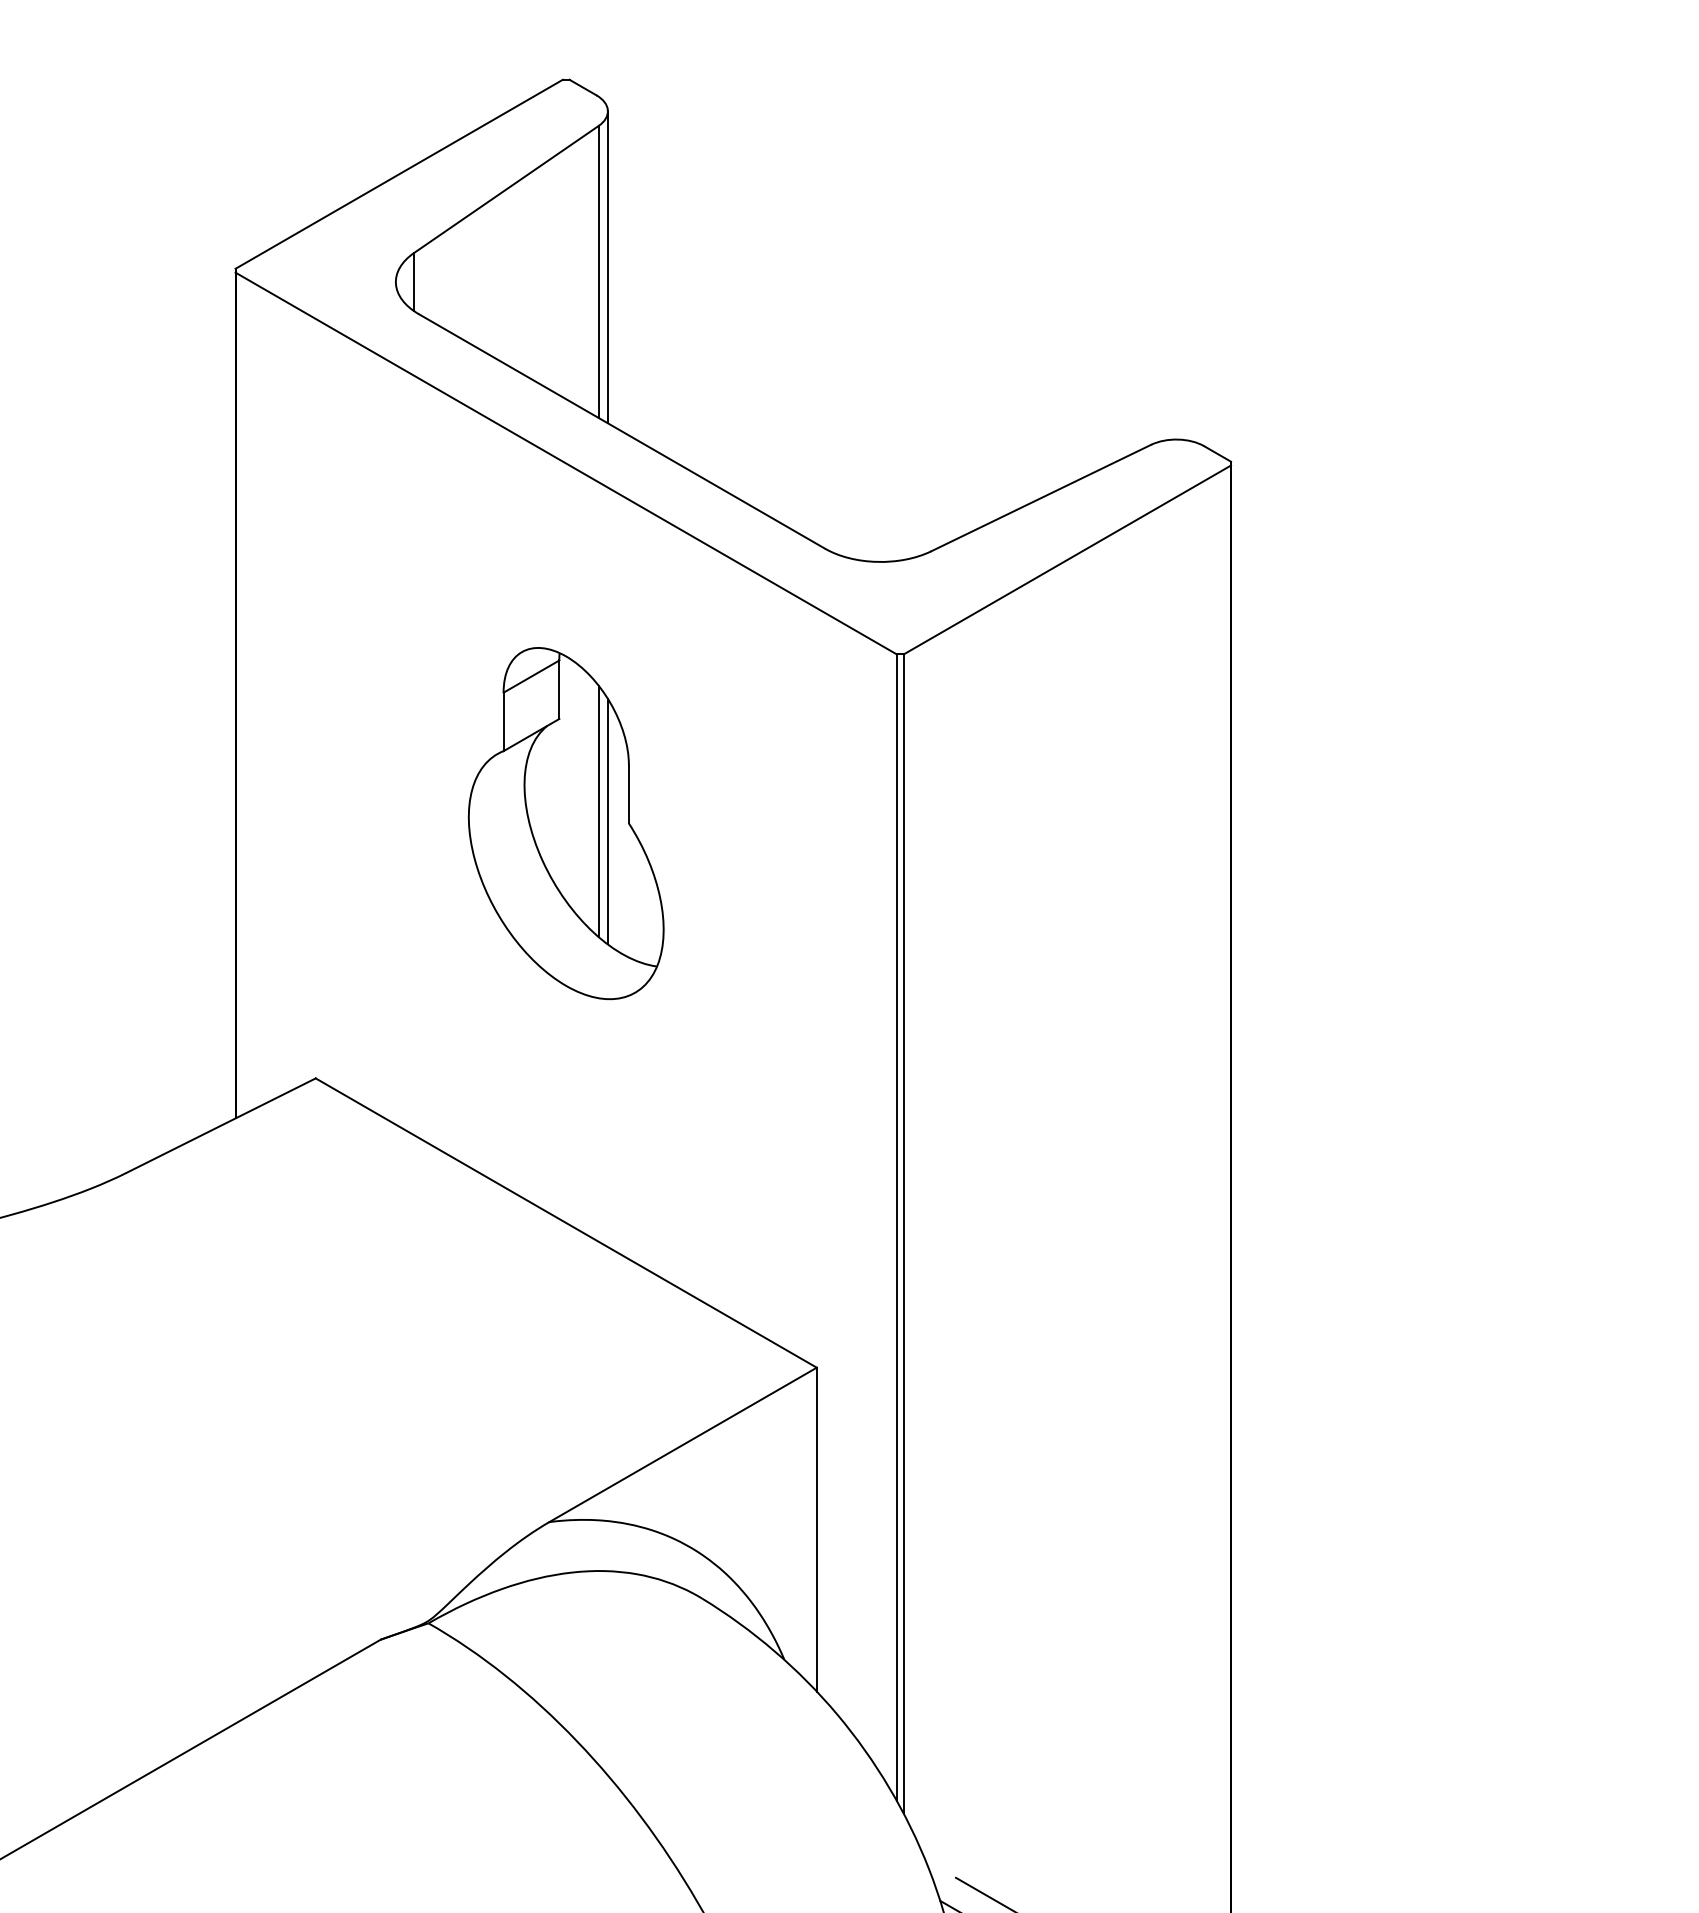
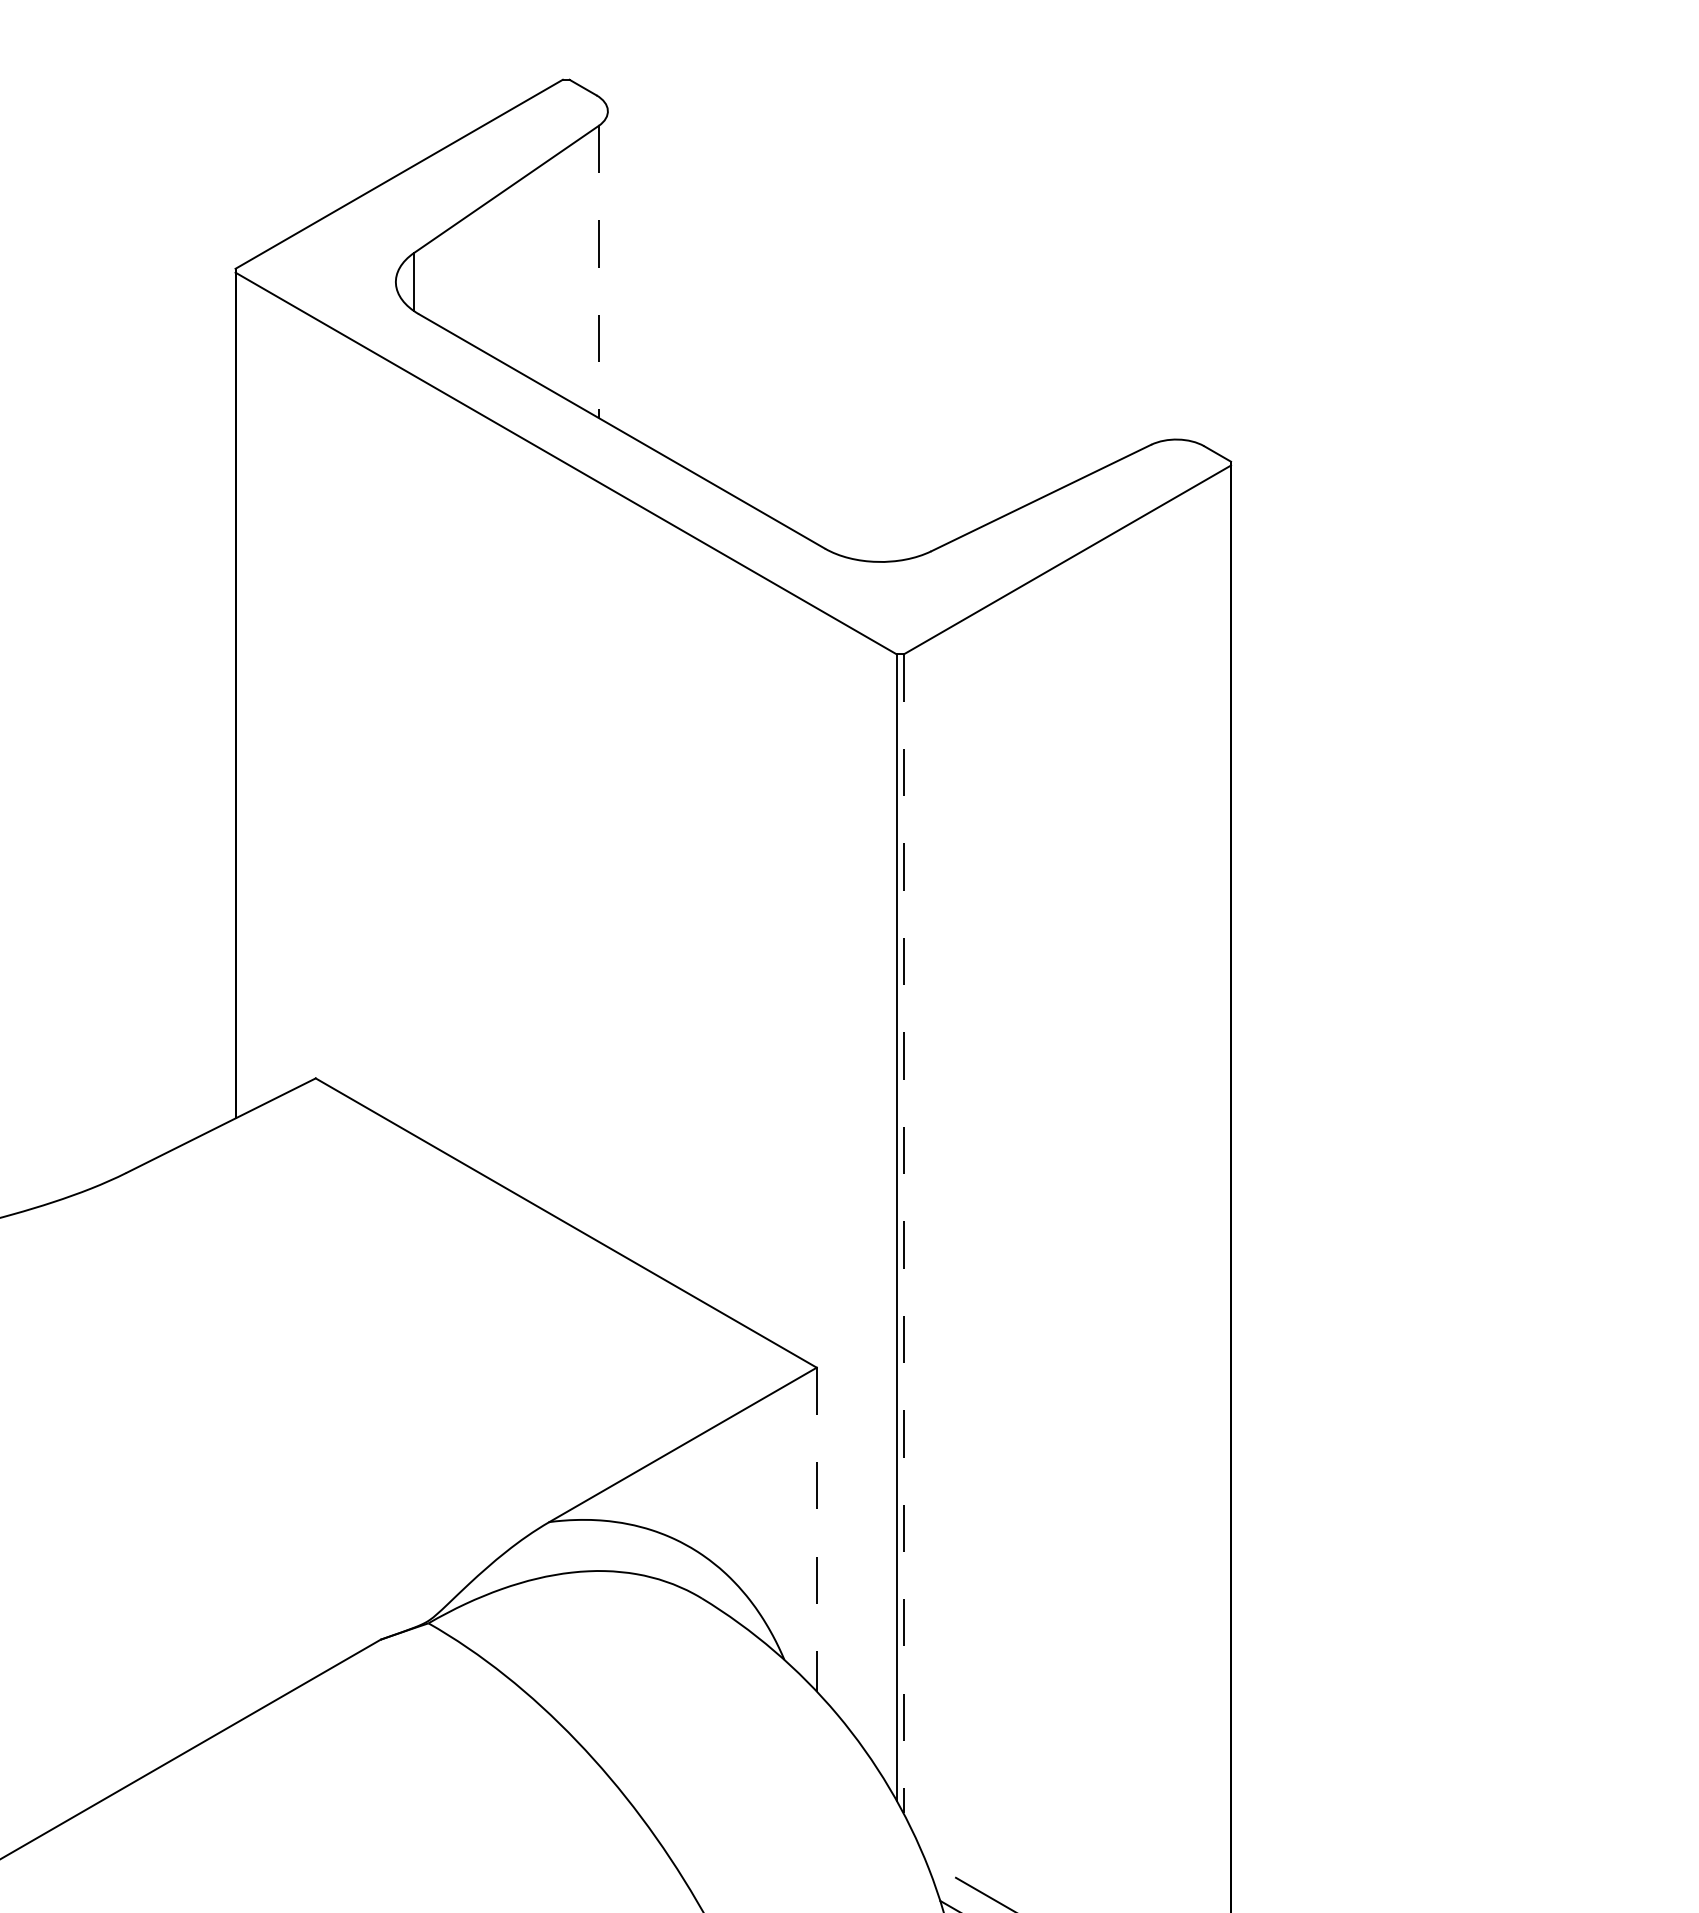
line at (607, 267): present -> none
line at (598, 272): solid -> dashed
part at (565, 823): present -> none
line at (903, 1234): solid -> dashed
line at (816, 1529): solid -> dashed
